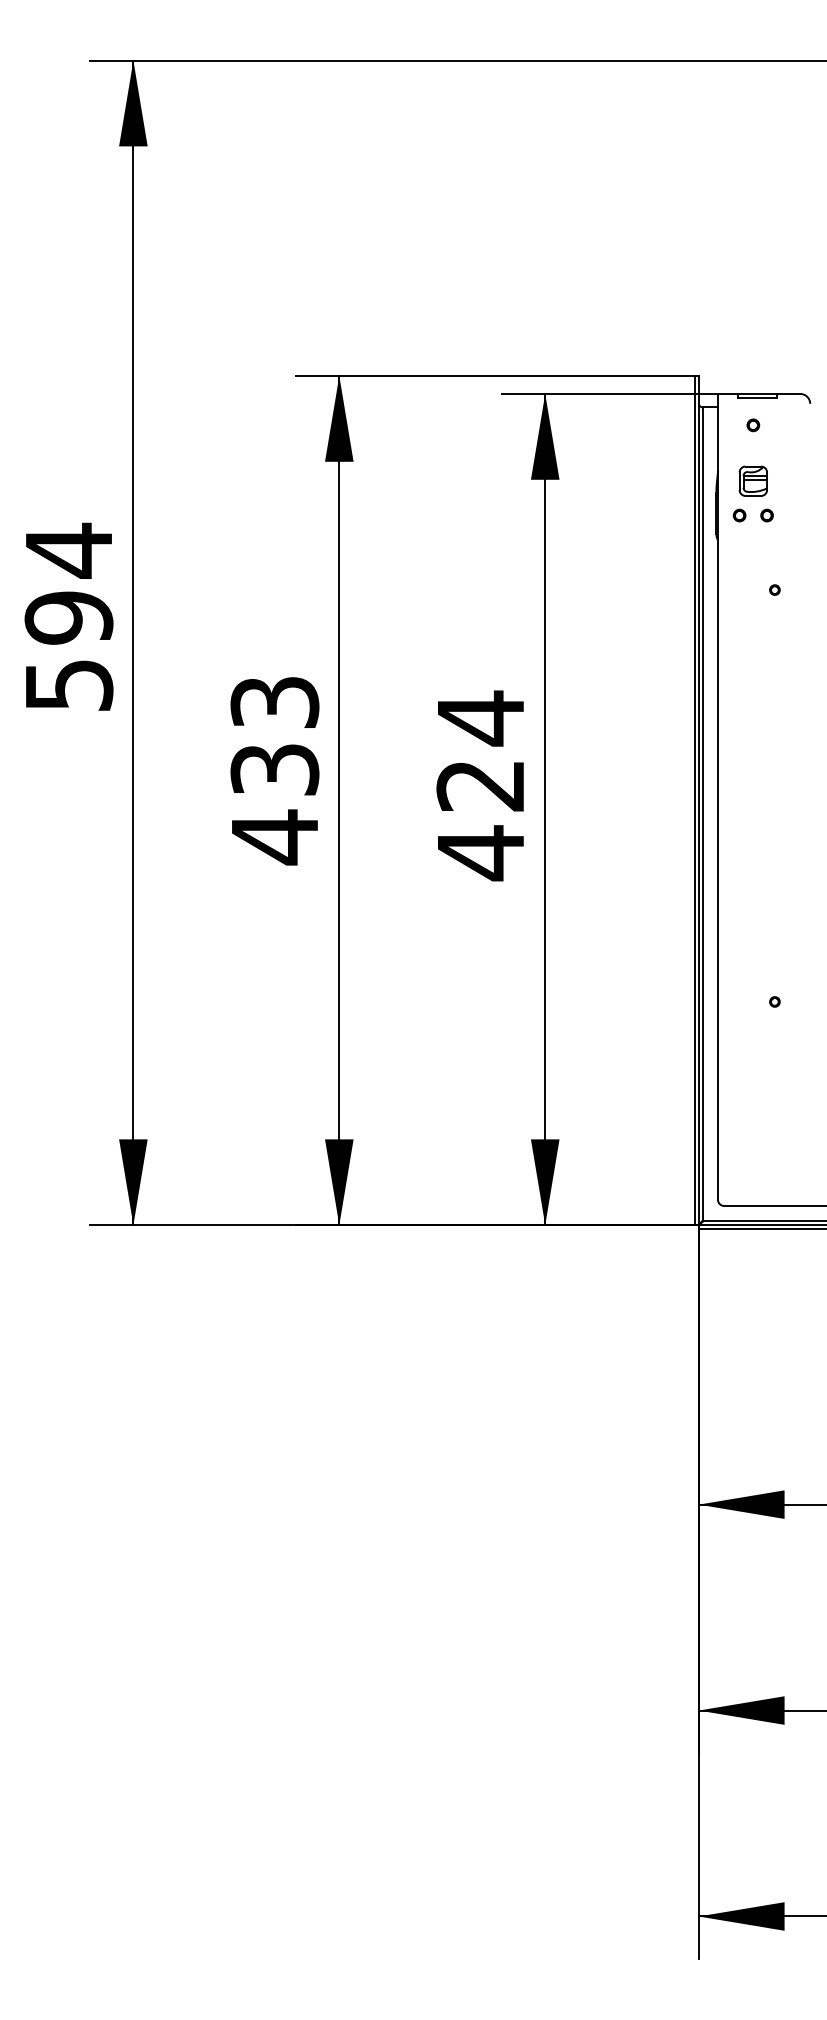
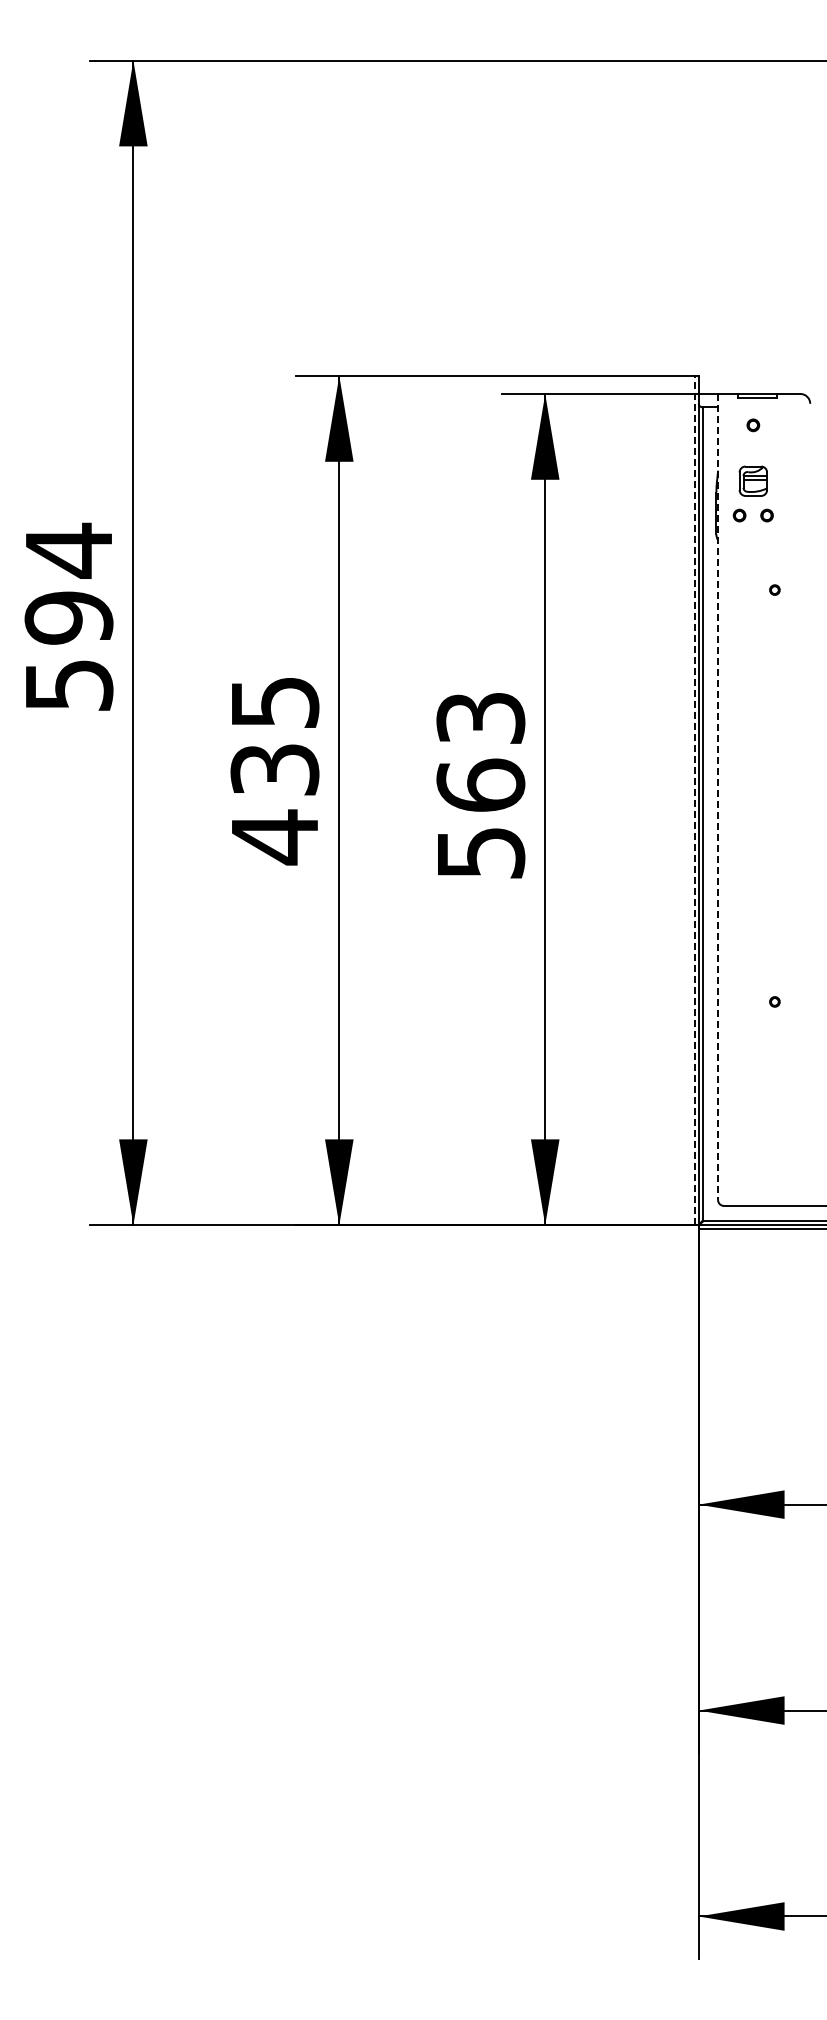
text at (274, 702): 433 -> 435
text at (480, 785): 424 -> 563
line at (718, 797): solid -> dashed
line at (694, 799): solid -> dashed
